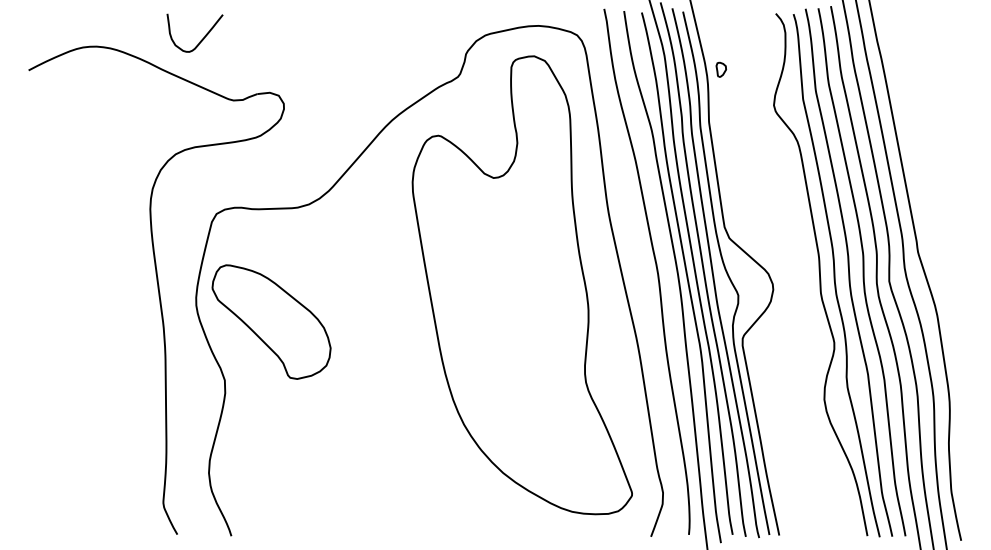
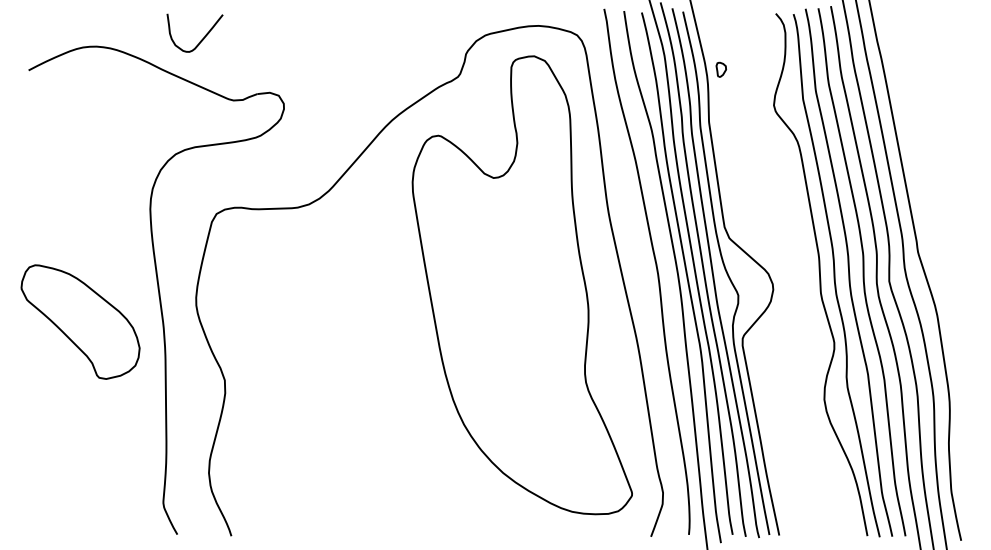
part at (271, 321) position: (271, 321) -> (80, 321)
